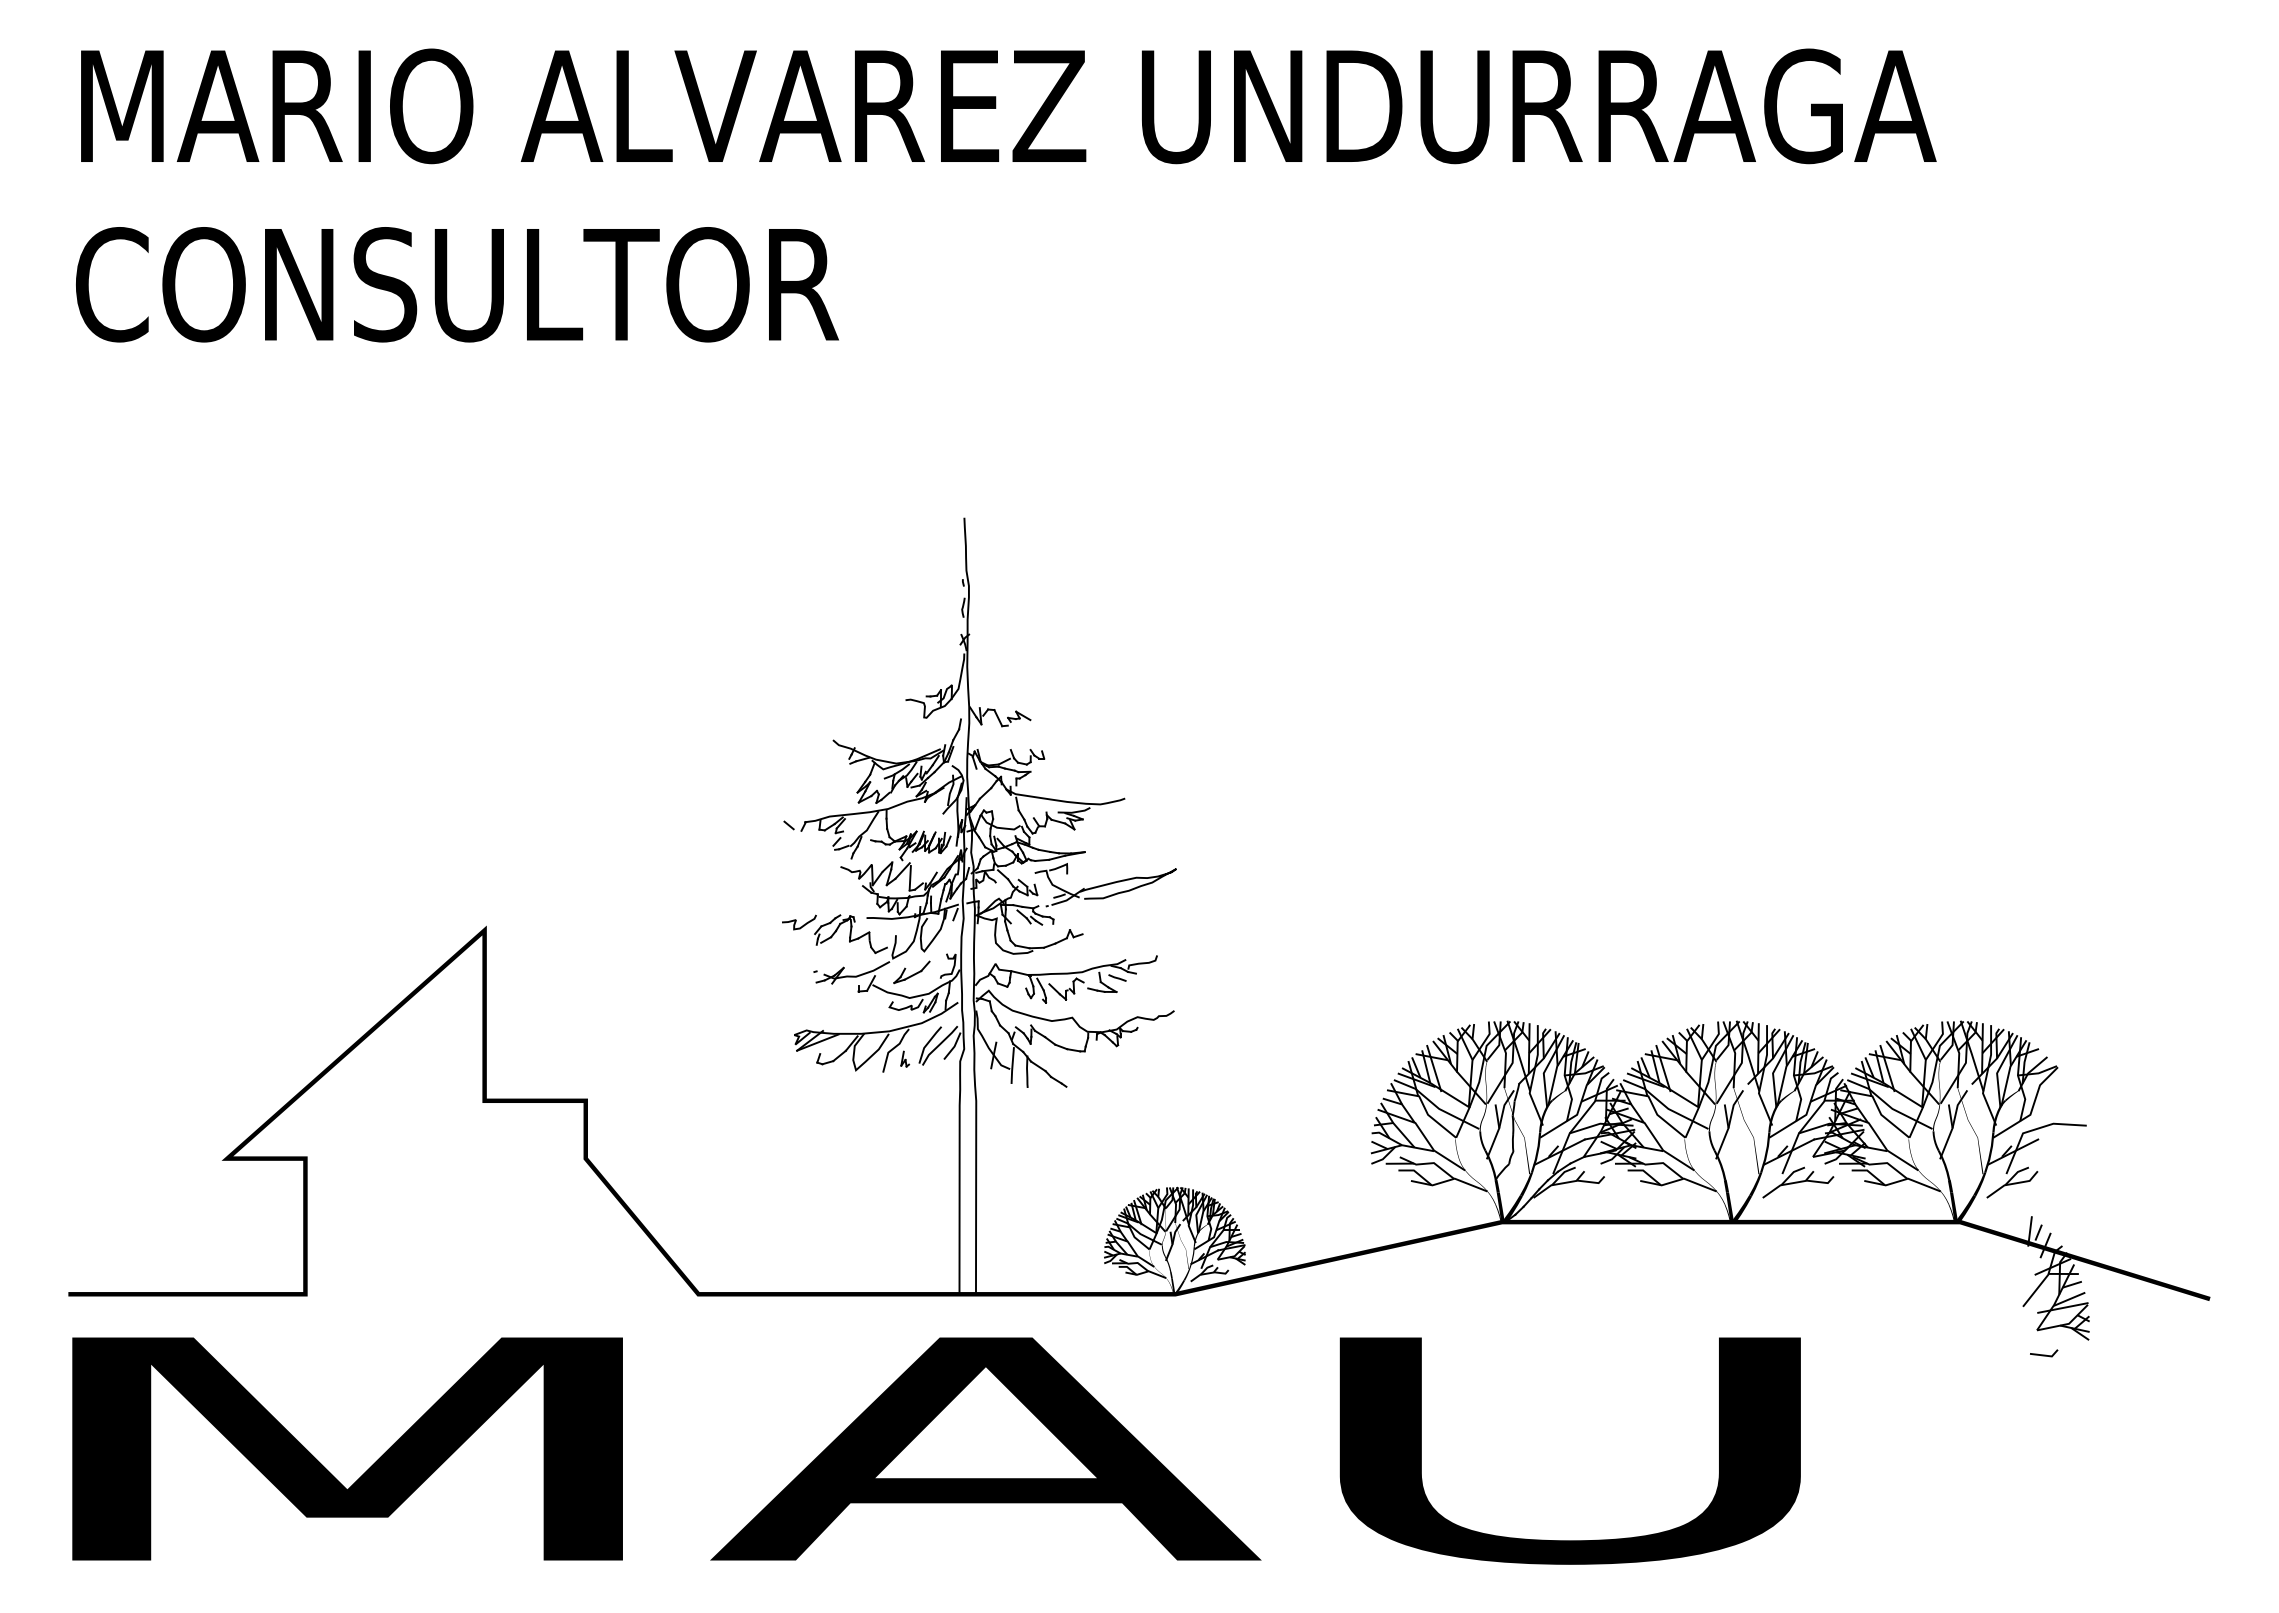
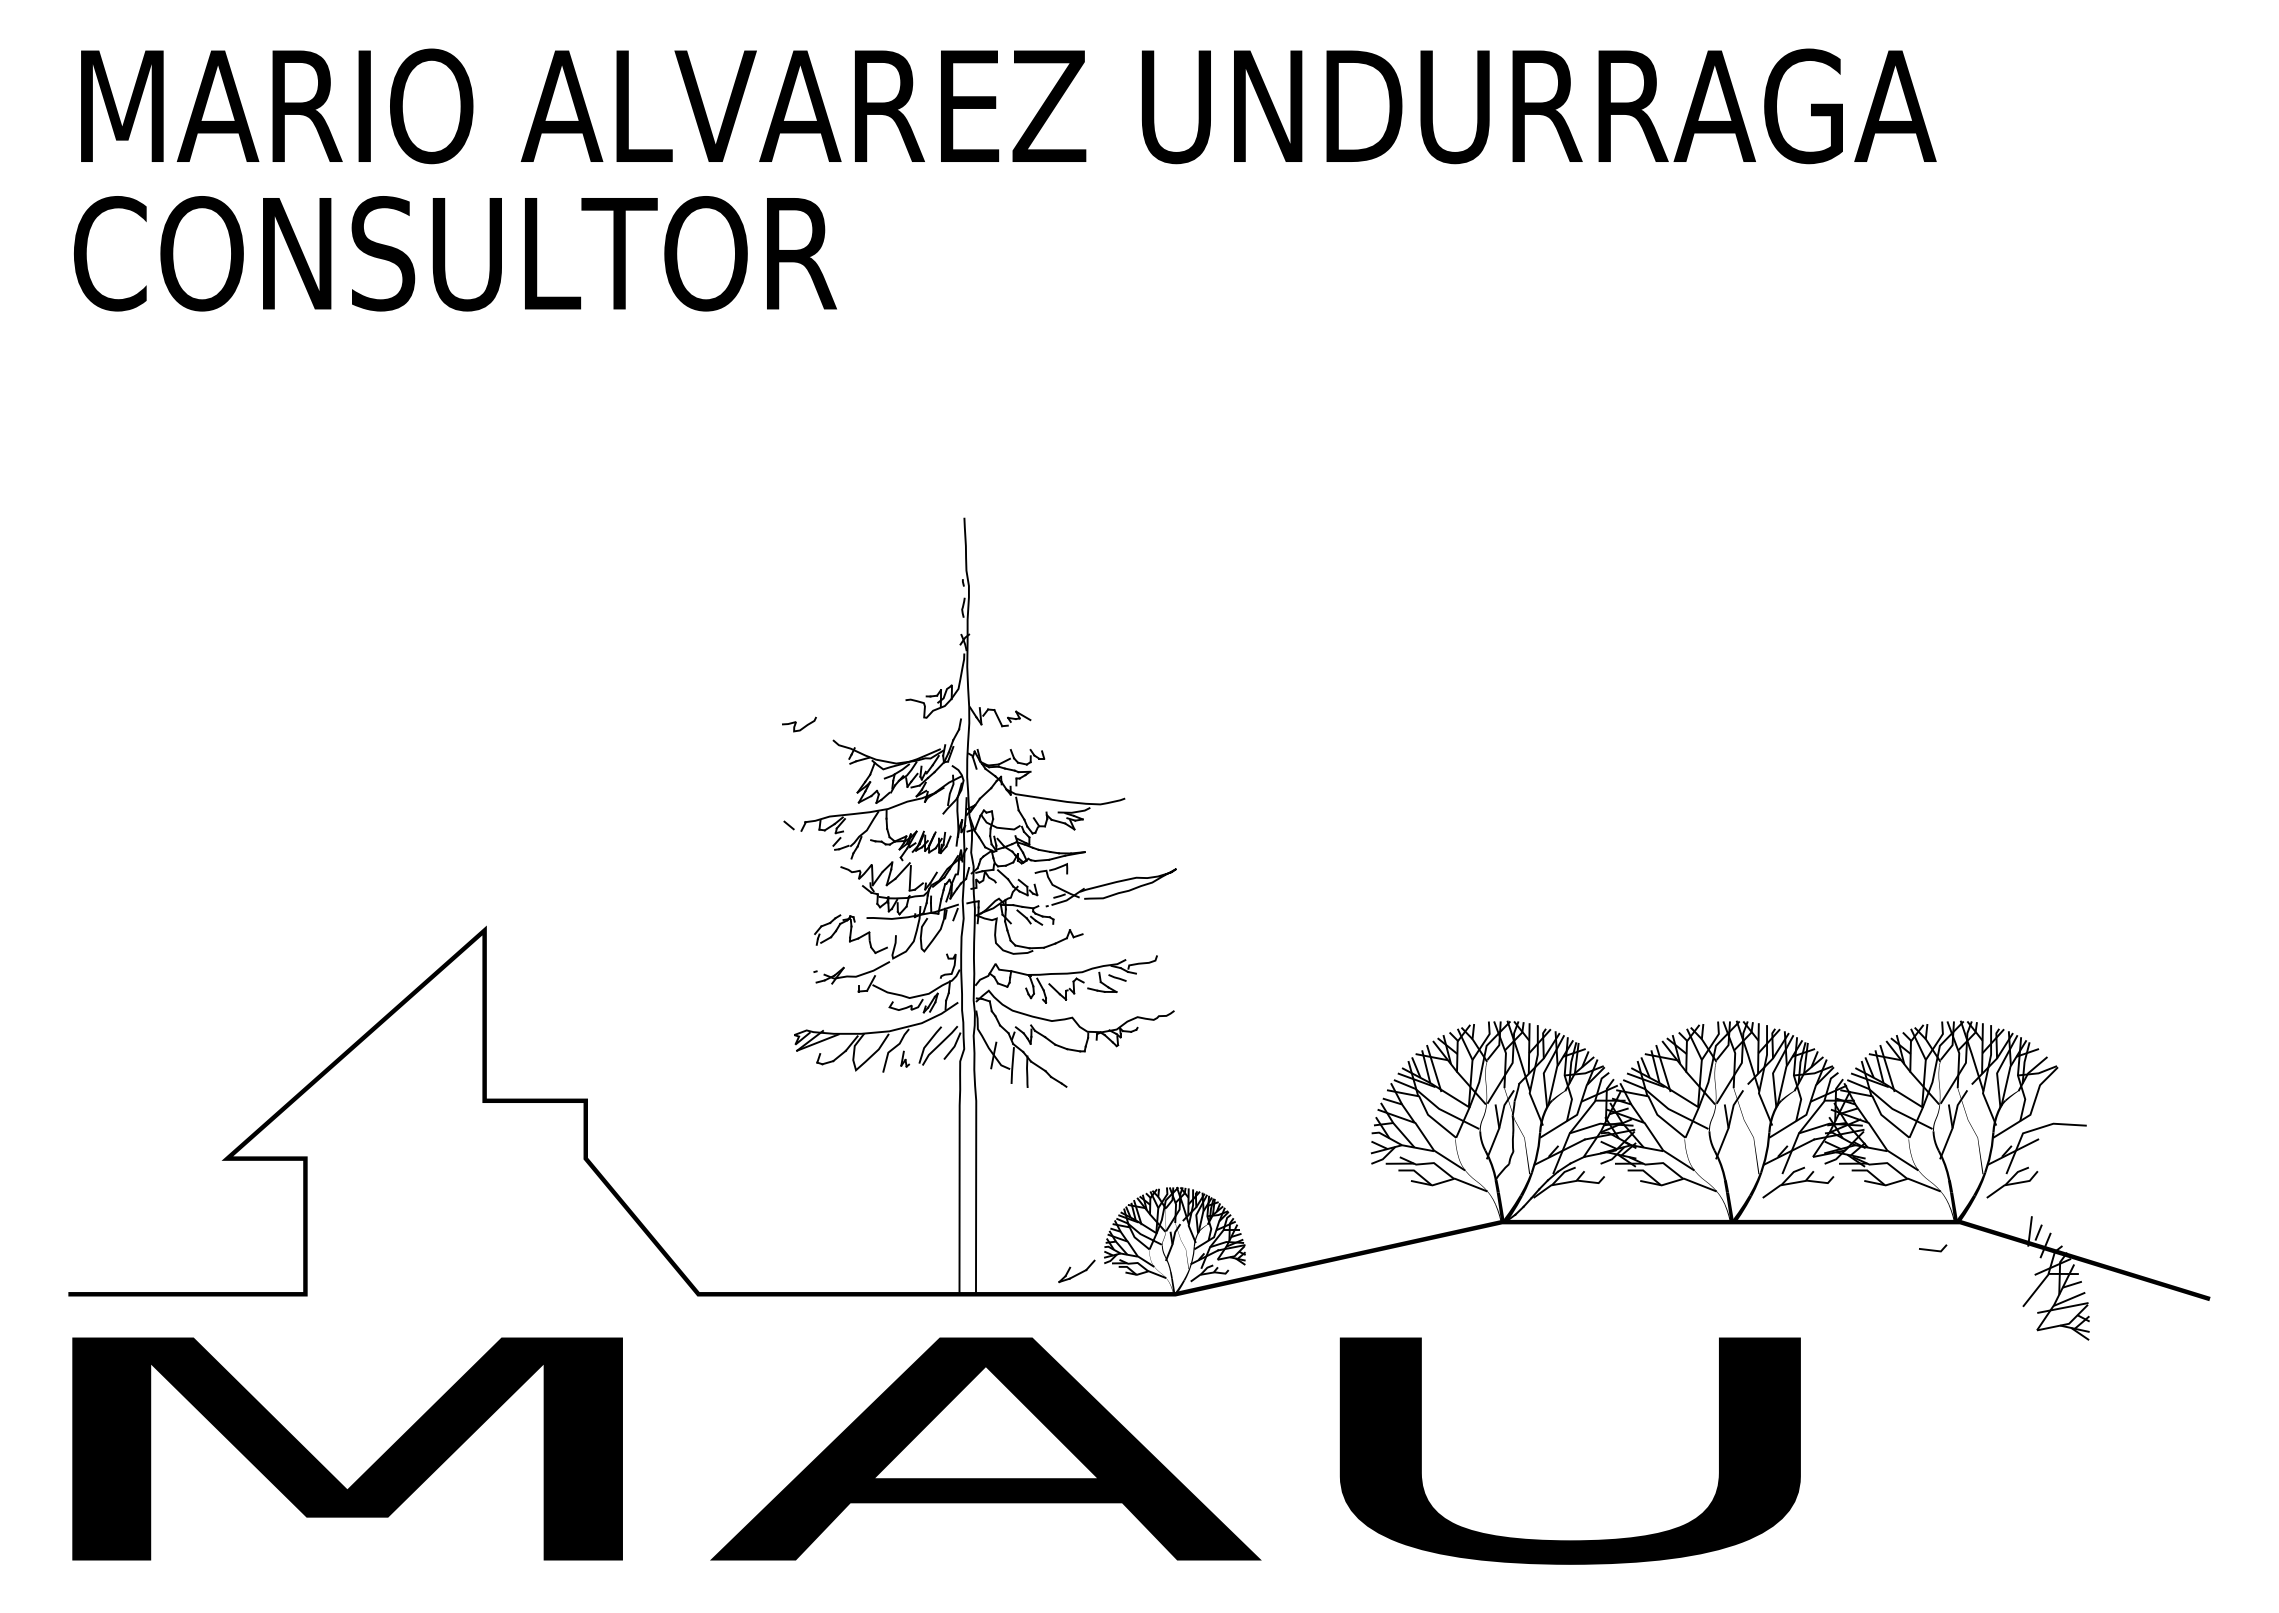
text at (457, 284) position: (457, 284) -> (455, 253)
curve at (796, 922) position: (796, 922) -> (796, 724)
part at (911, 972) position: (911, 972) -> (1076, 1271)
line at (2044, 1354) position: (2044, 1354) -> (1933, 1249)
